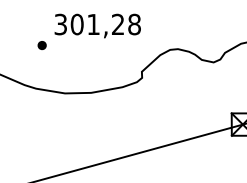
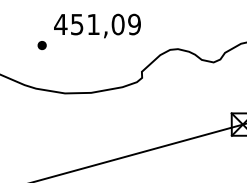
text at (97, 24): 301,28 -> 451,09
